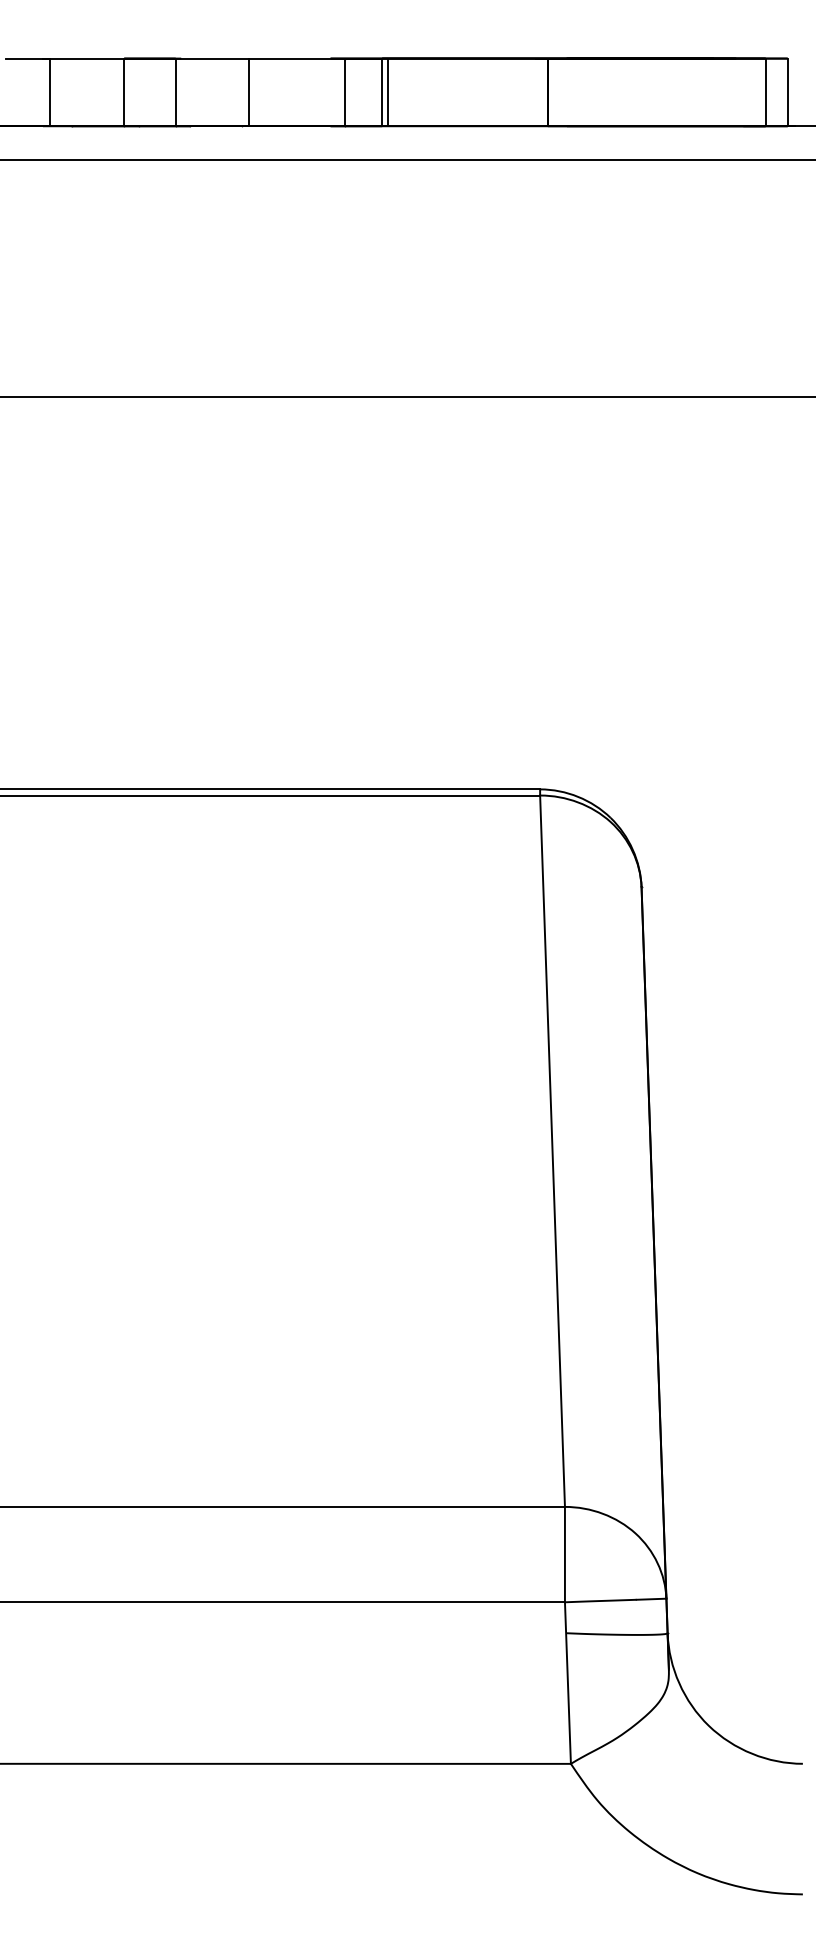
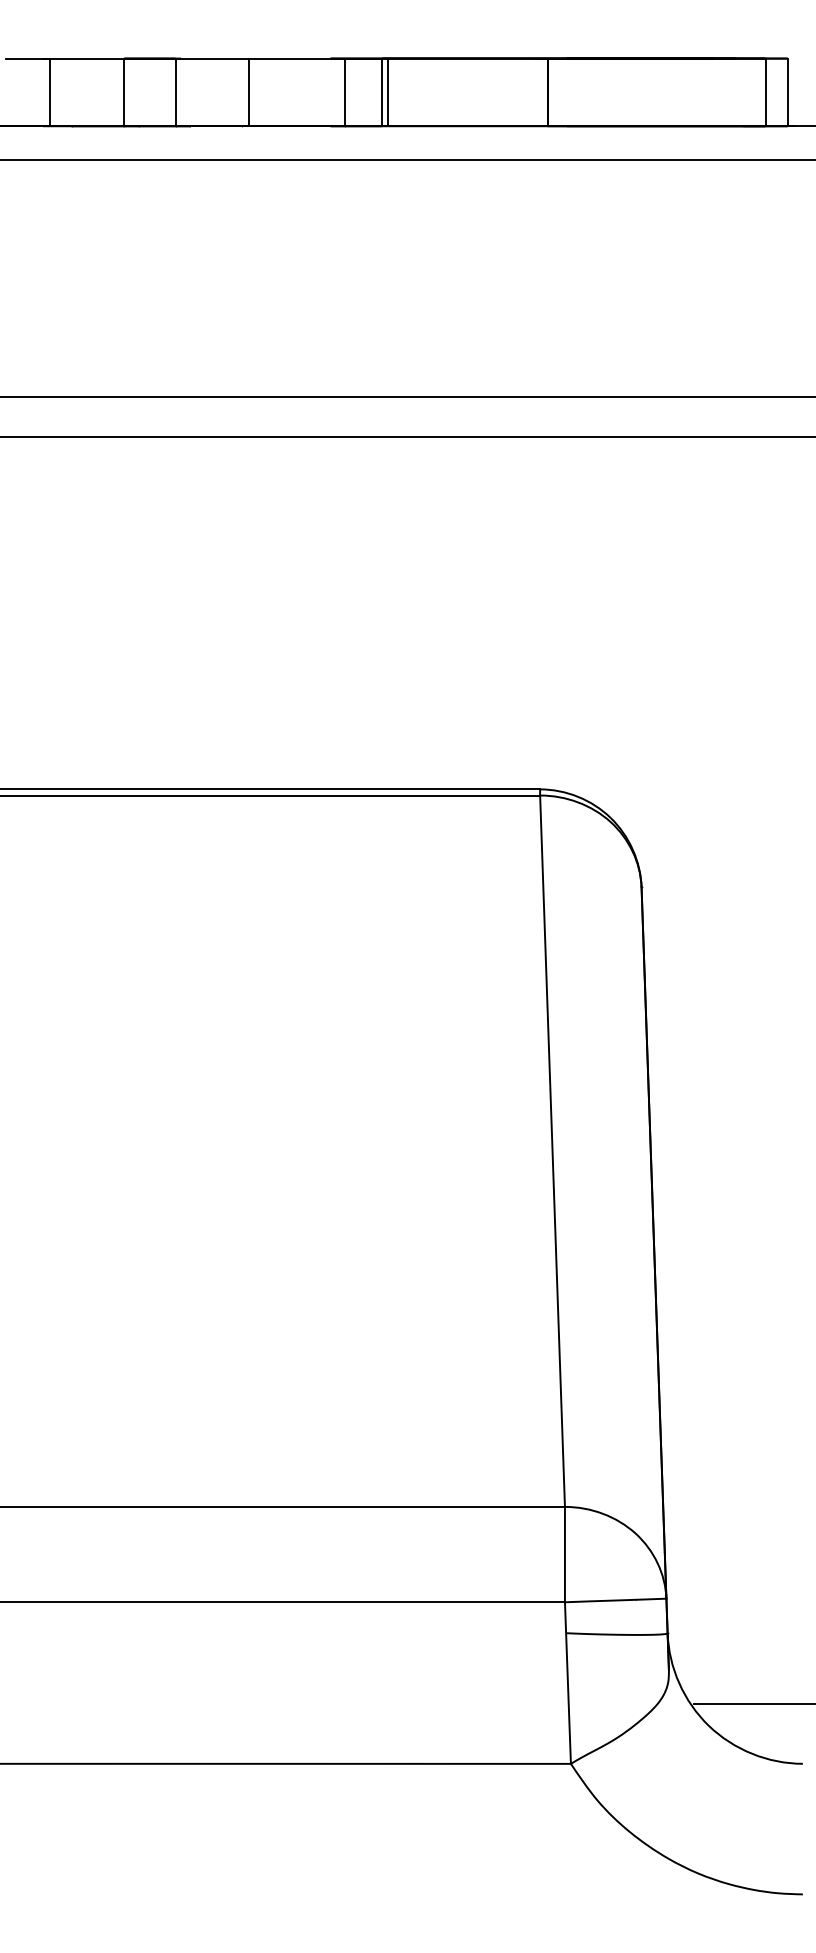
line at (407, 436): none -> present
line at (753, 1704): none -> present
